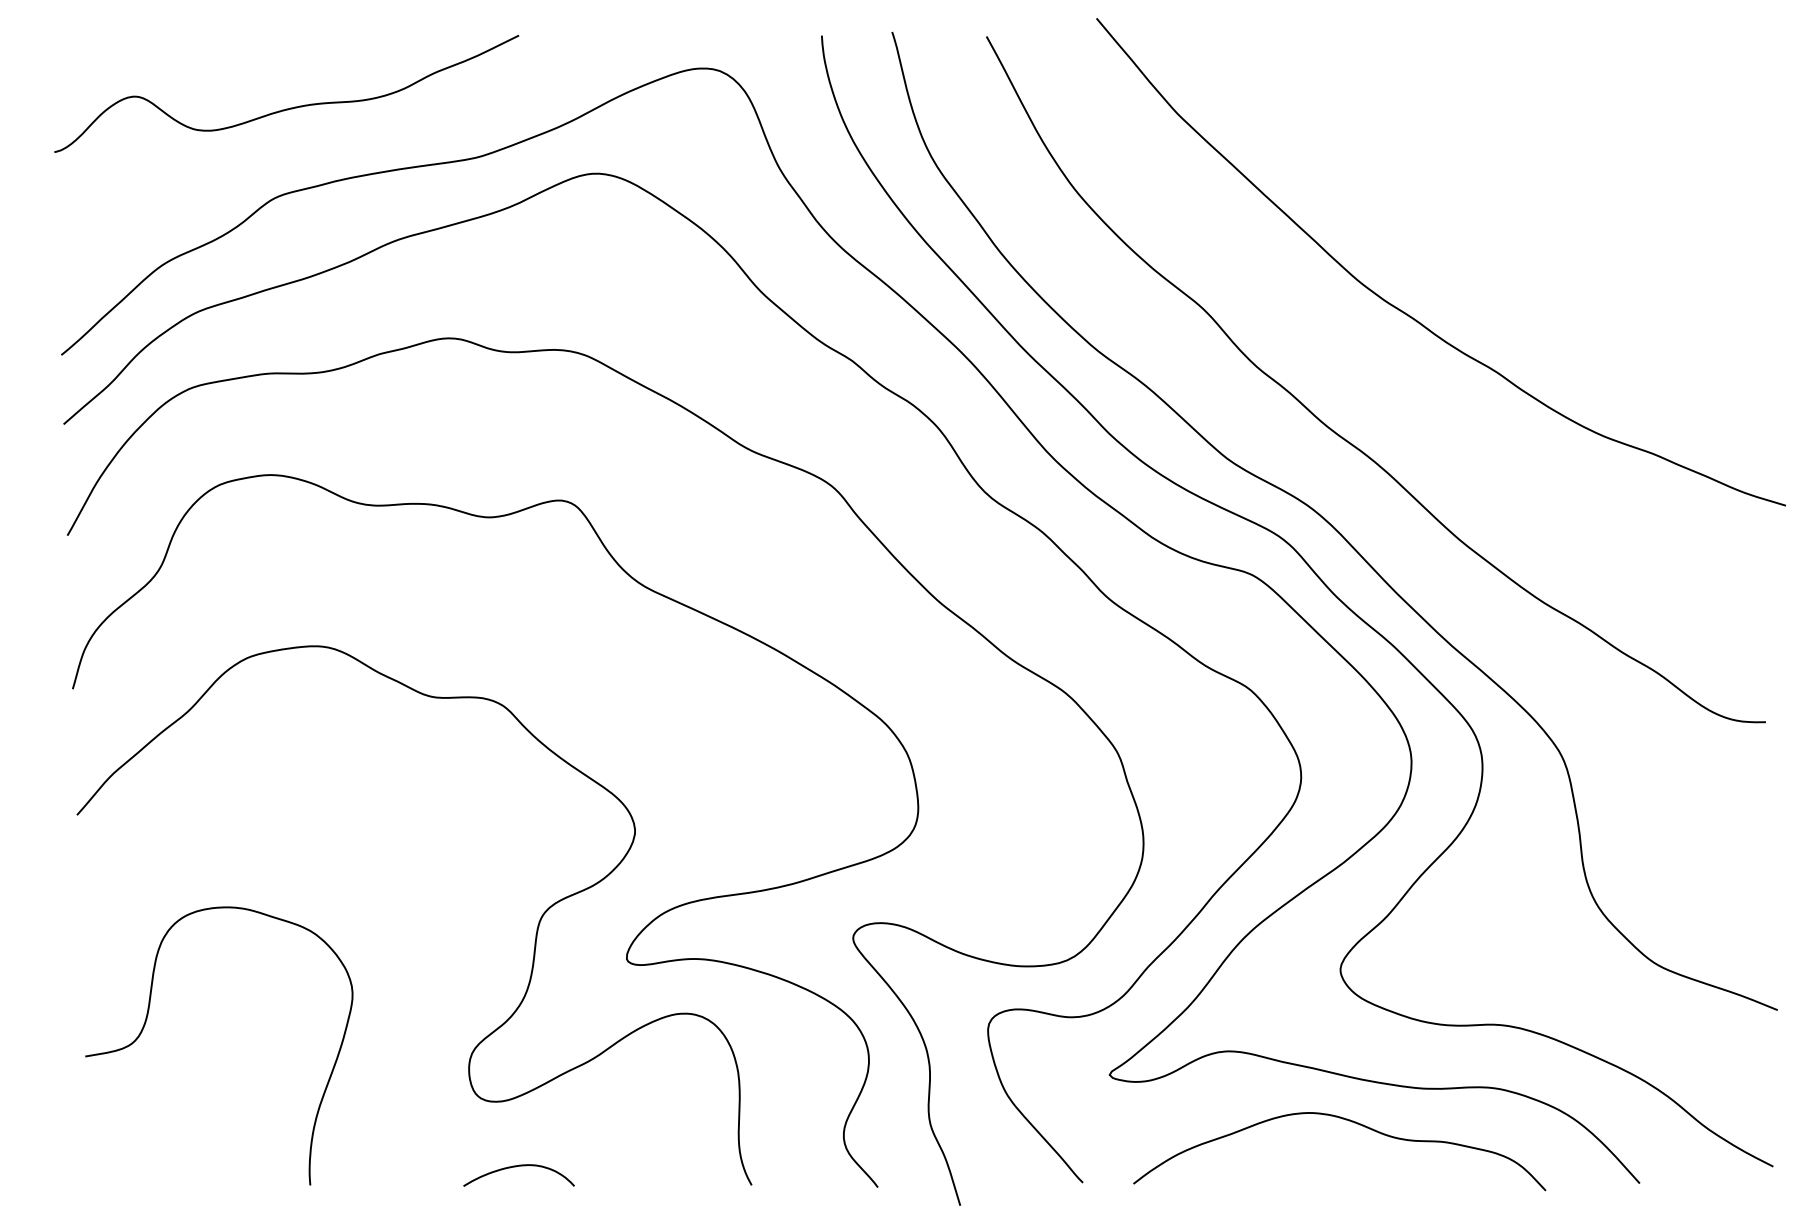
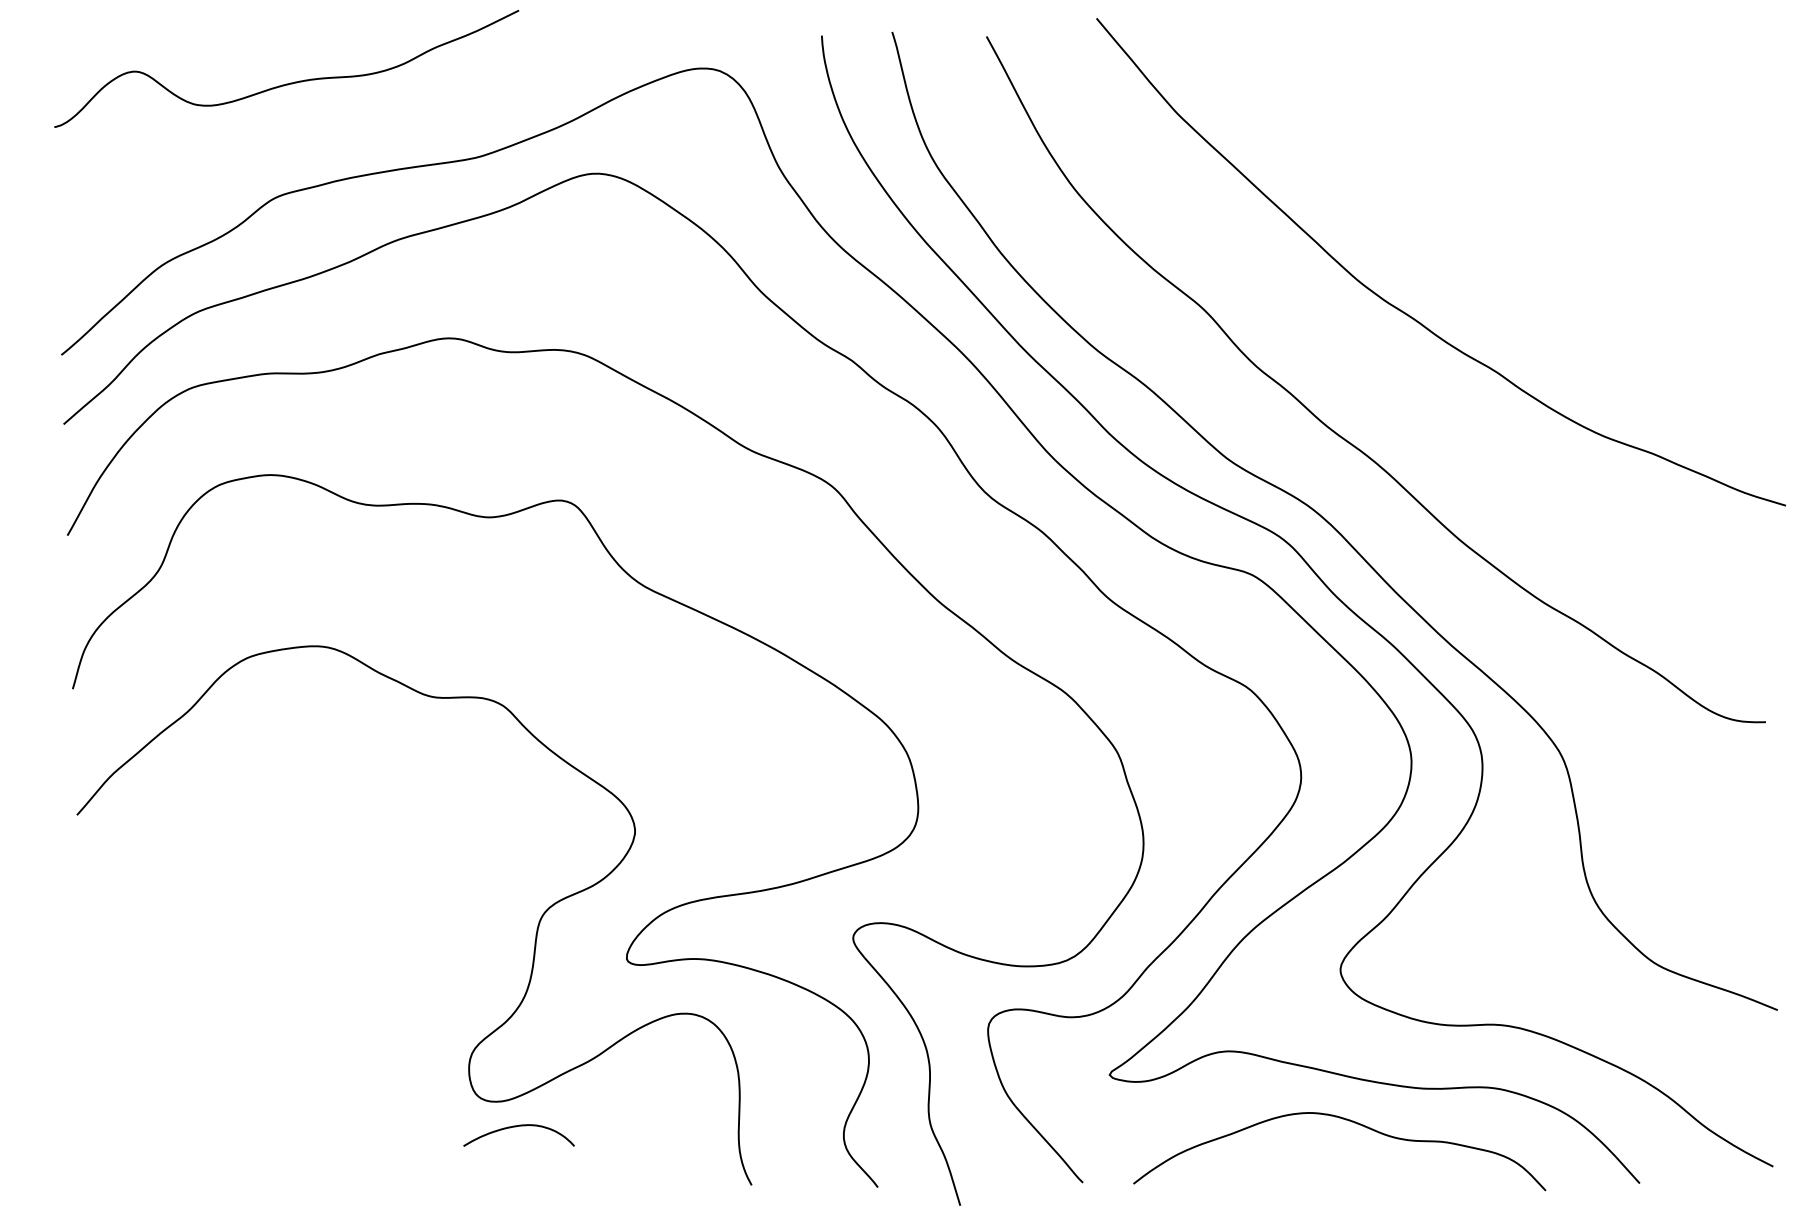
curve at (290, 107) position: (290, 107) -> (290, 82)
curve at (146, 1022): present -> none
curve at (516, 1167) position: (516, 1167) -> (516, 1127)
